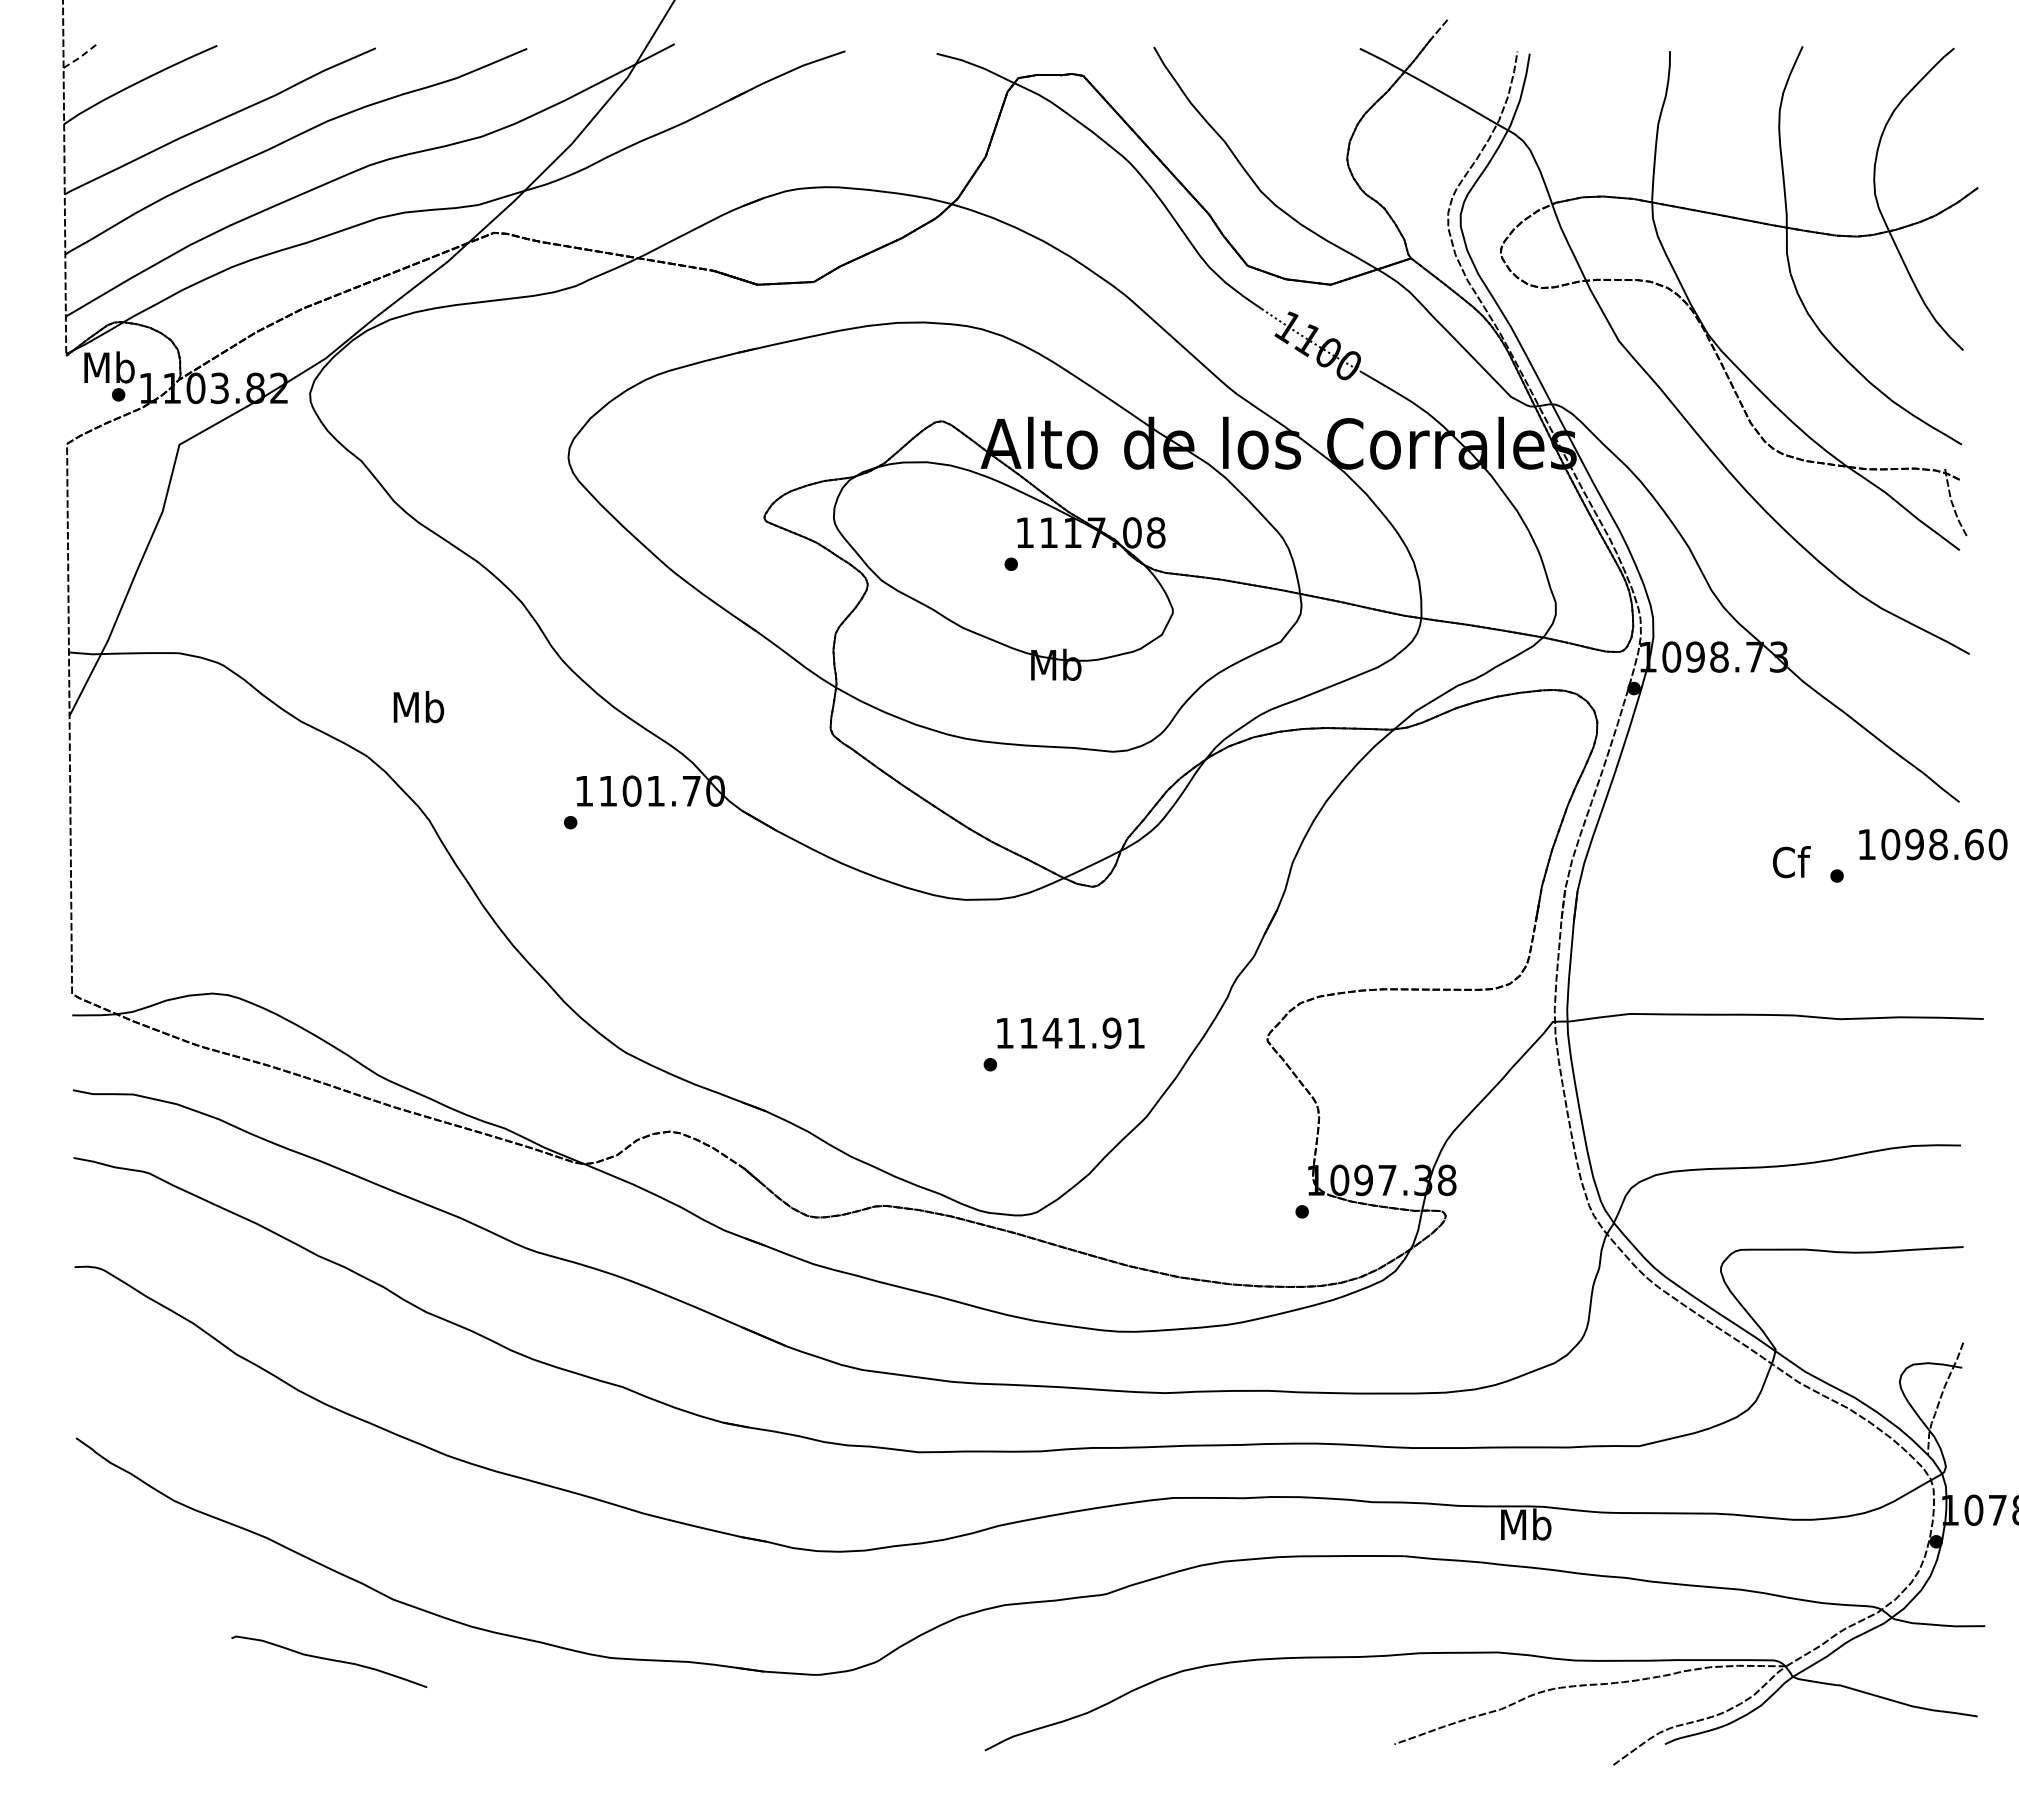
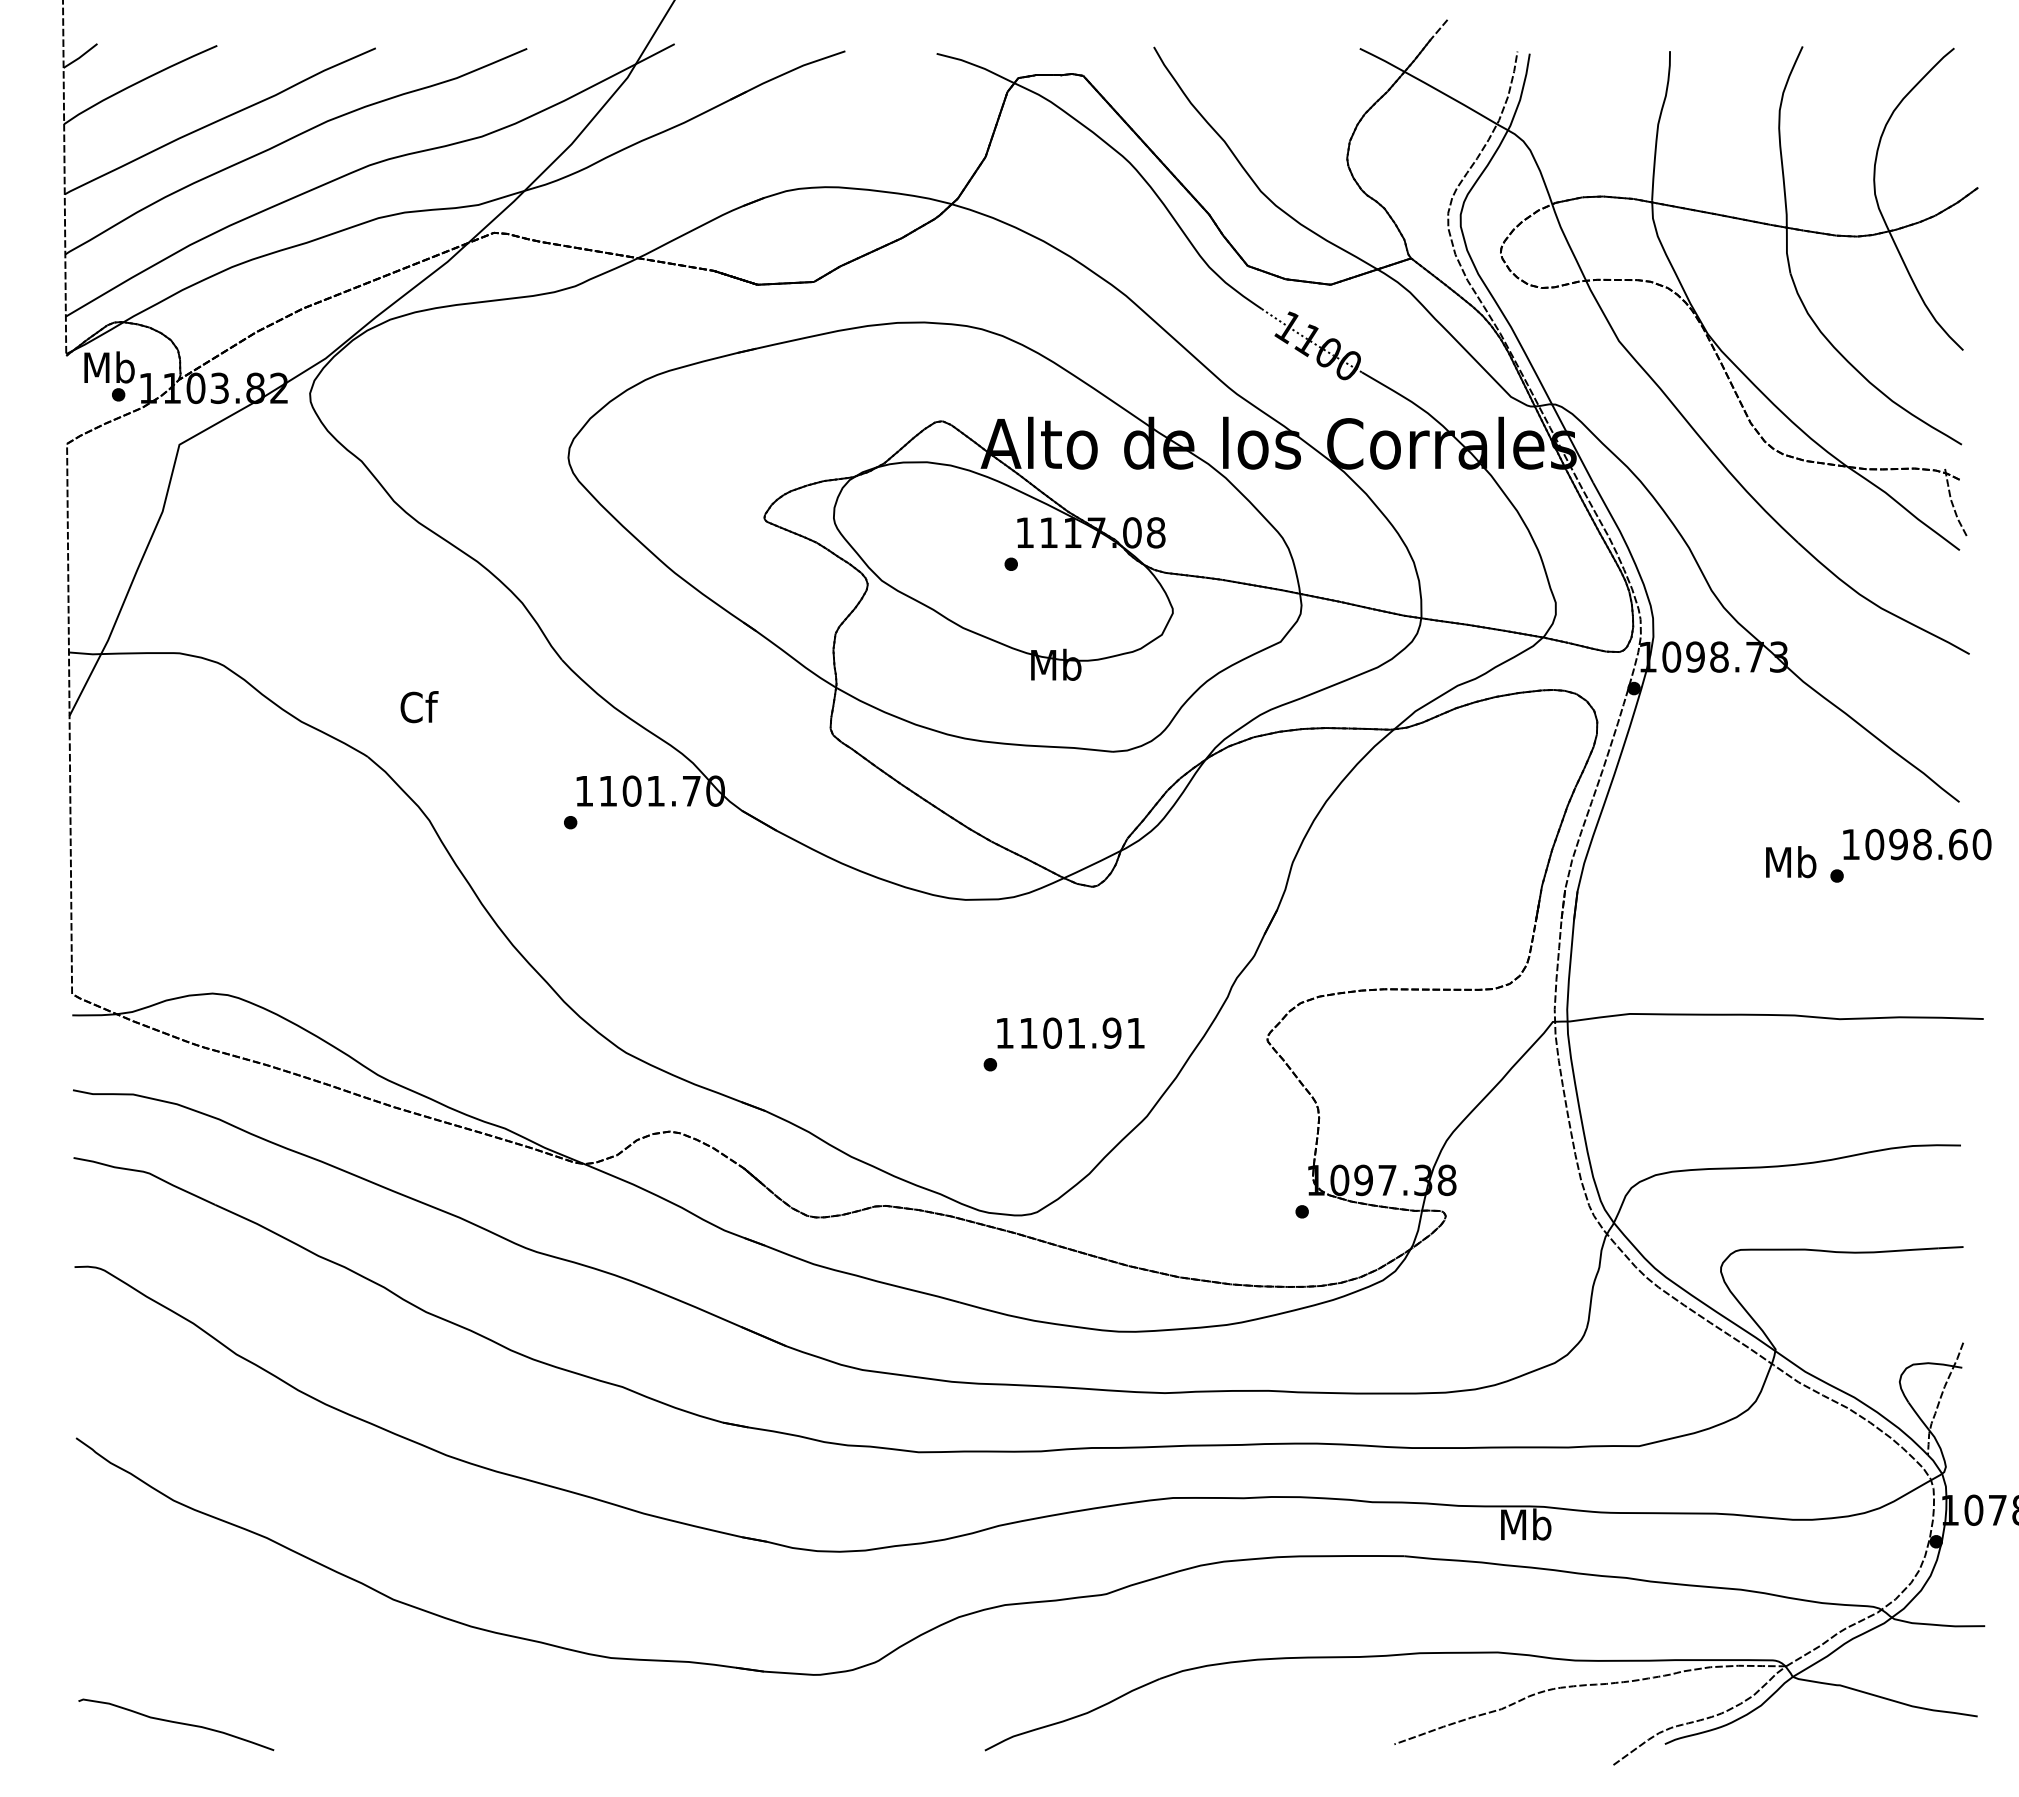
line at (80, 56): dashed -> solid
text at (418, 707): Mb -> Cf
text at (1933, 844) position: (1933, 844) -> (1917, 844)
text at (1791, 862): Cf -> Mb
text at (1052, 1032): 1141.91 -> 1101.91
curve at (329, 1660) position: (329, 1660) -> (176, 1723)
